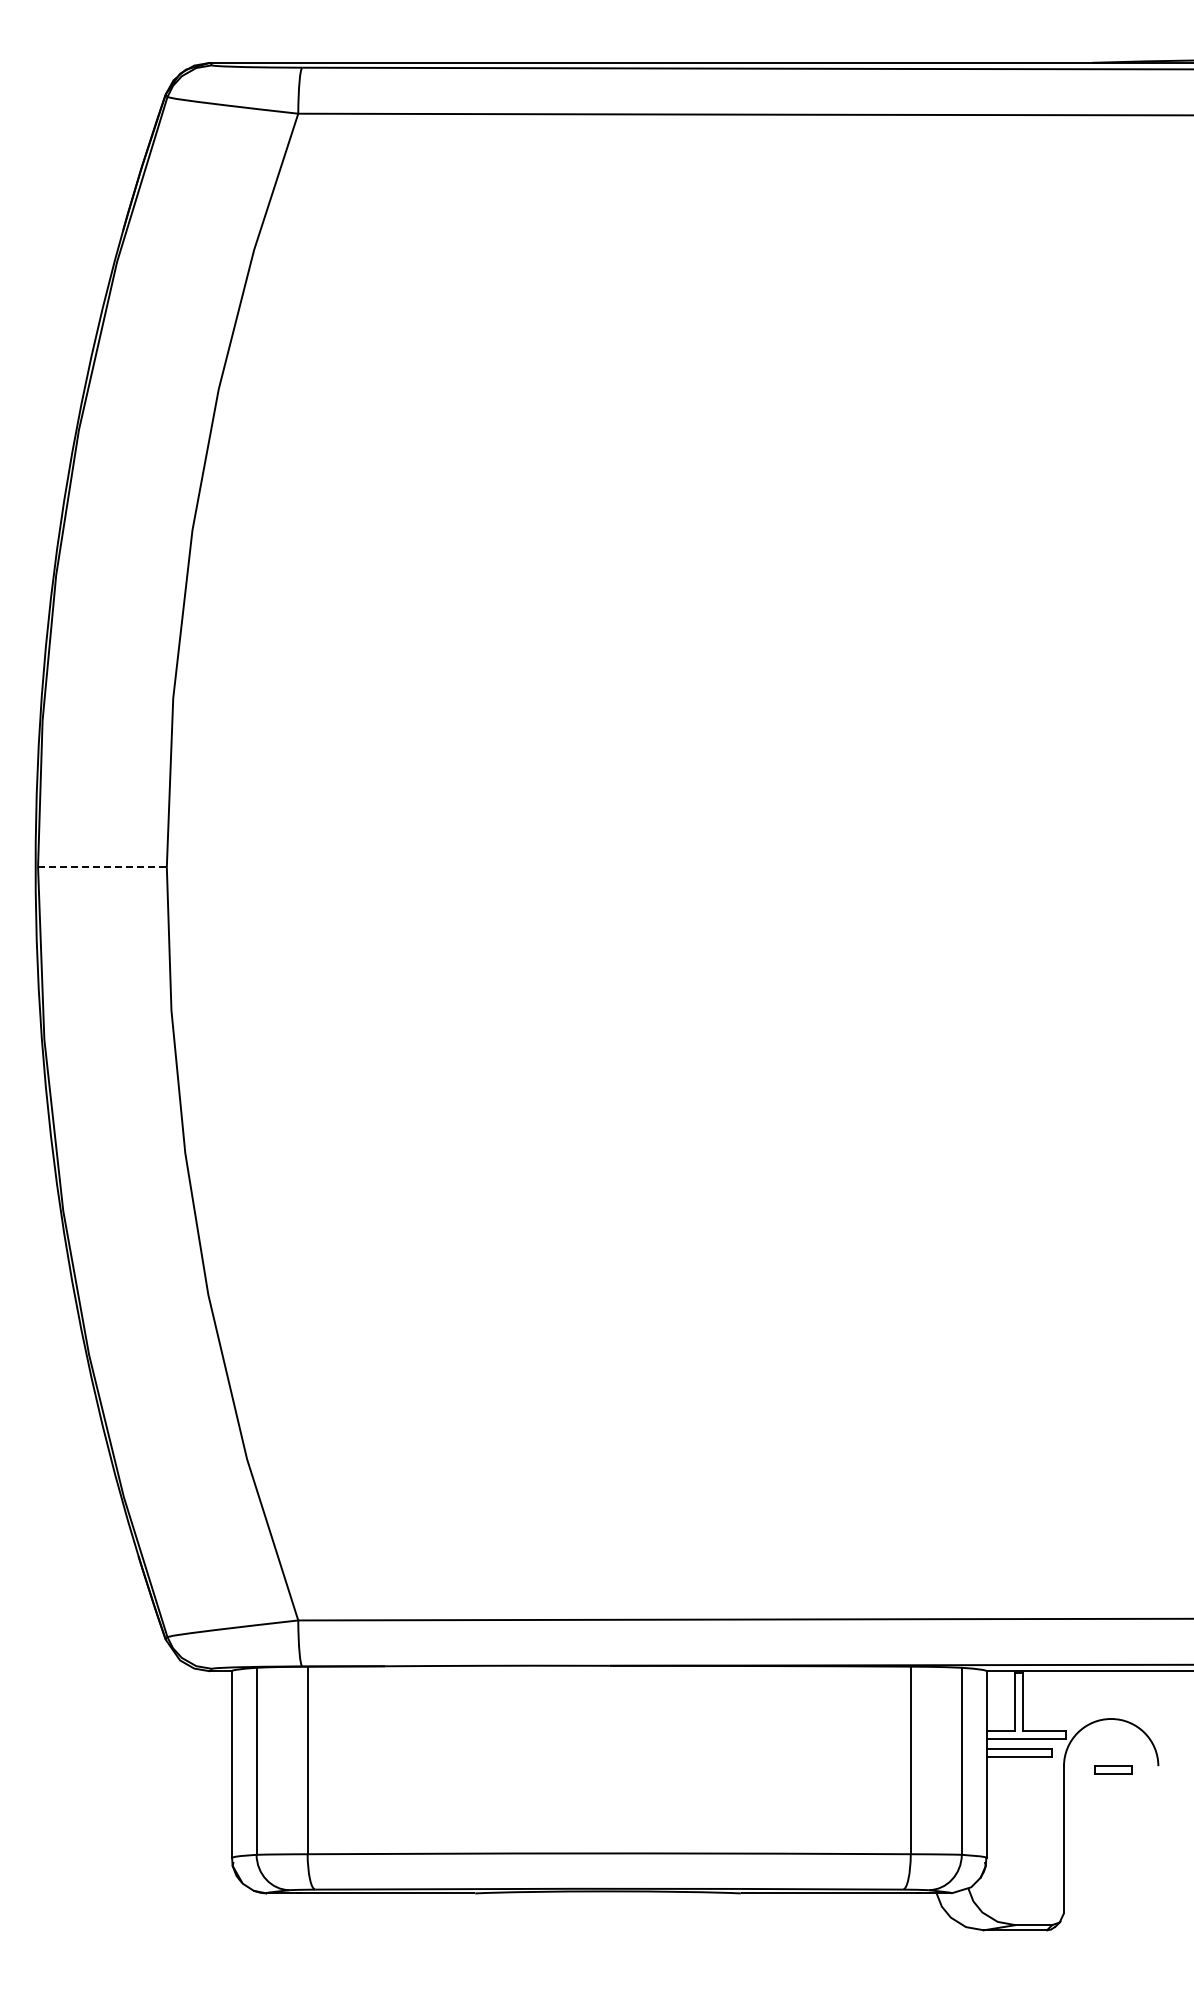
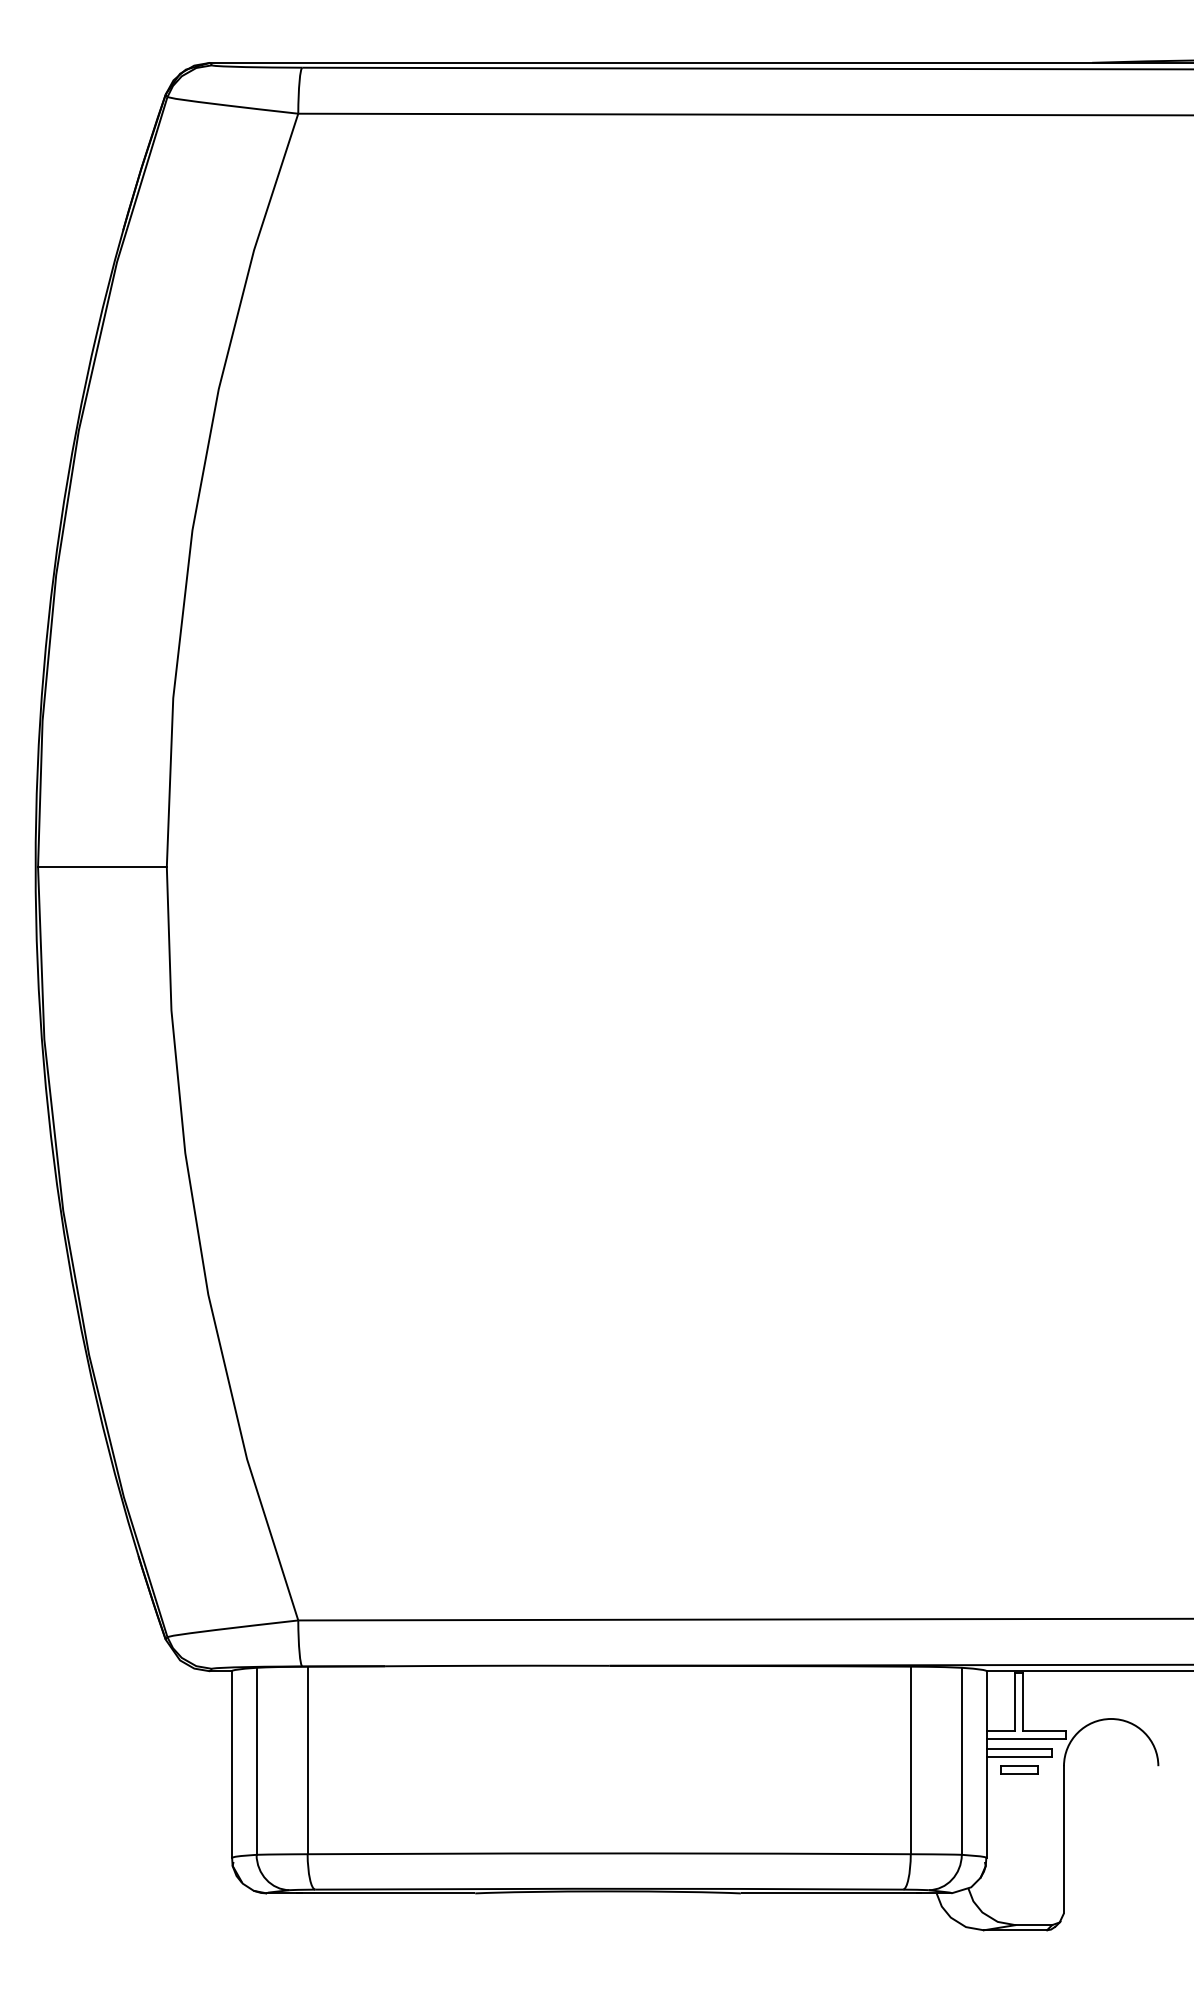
line at (102, 867): dashed -> solid
part at (1113, 1769) position: (1113, 1769) -> (1019, 1769)
